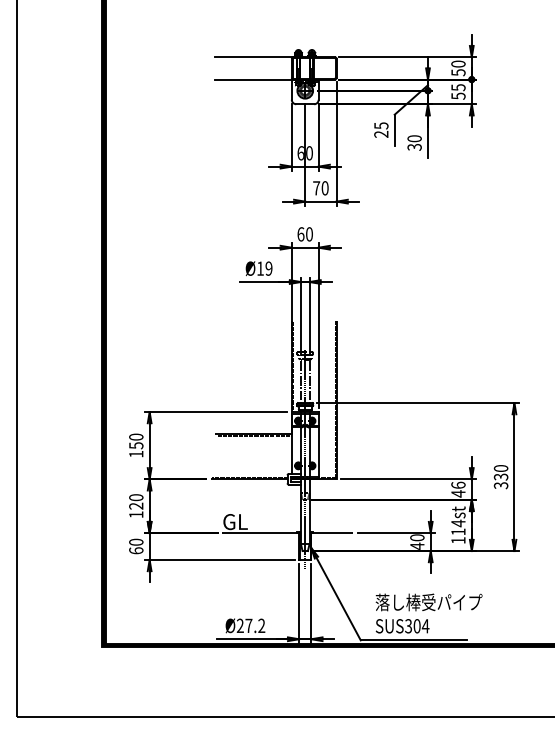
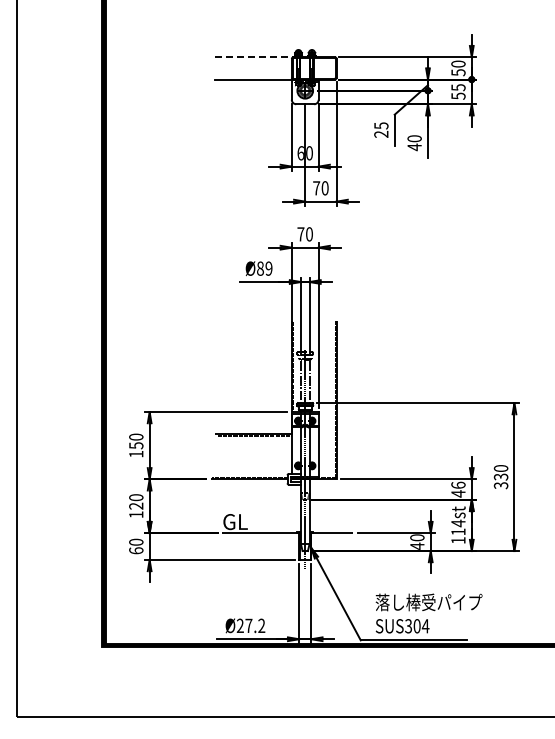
line at (254, 57): solid -> dashed
text at (414, 147): 30 -> 40
text at (300, 234): 60 -> 70
text at (260, 268): Ø19 -> Ø89
